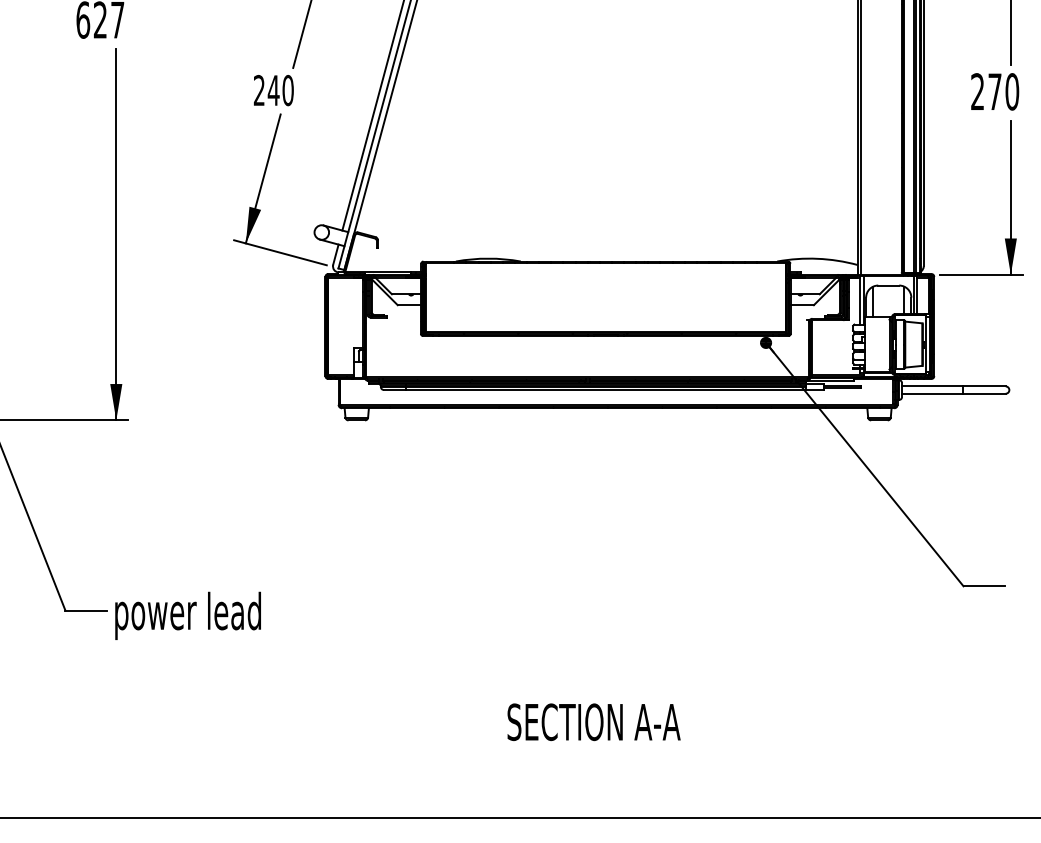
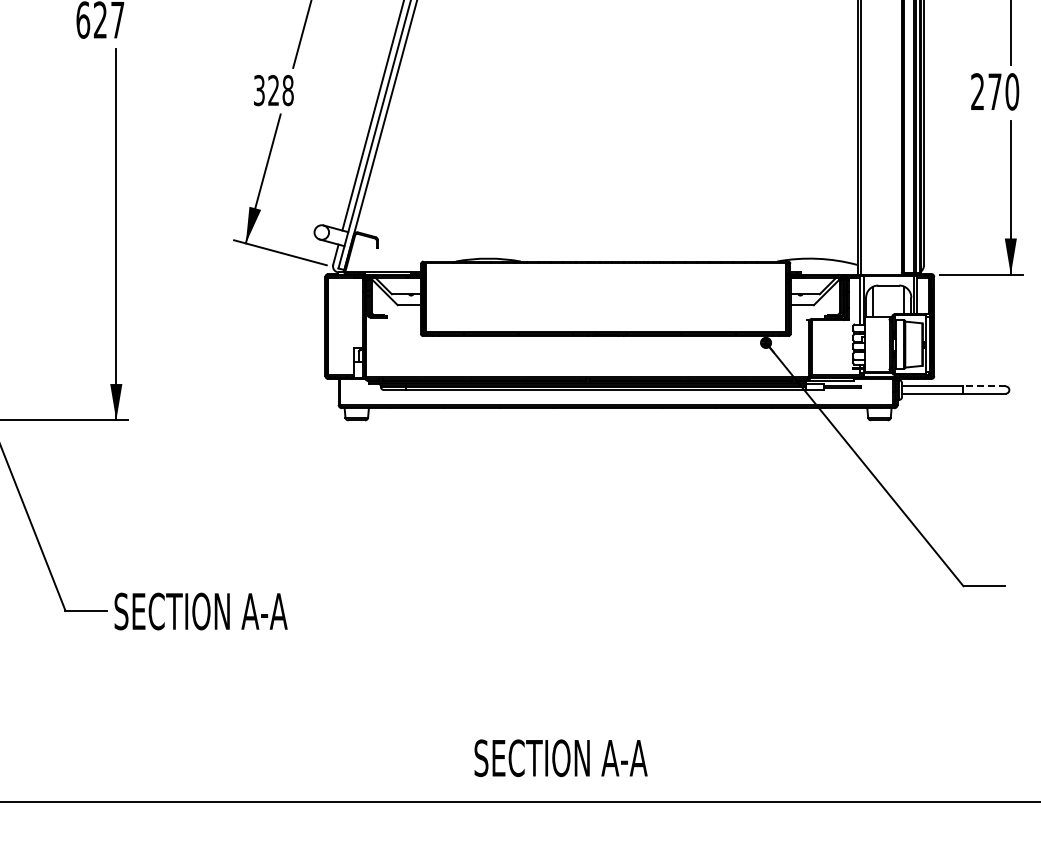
text at (273, 90): 240 -> 328
line at (984, 386): solid -> dashed
text at (200, 615): power lead -> SECTION A-A
text at (593, 722) position: (593, 722) -> (560, 758)
line at (519, 817) position: (519, 817) -> (519, 801)
